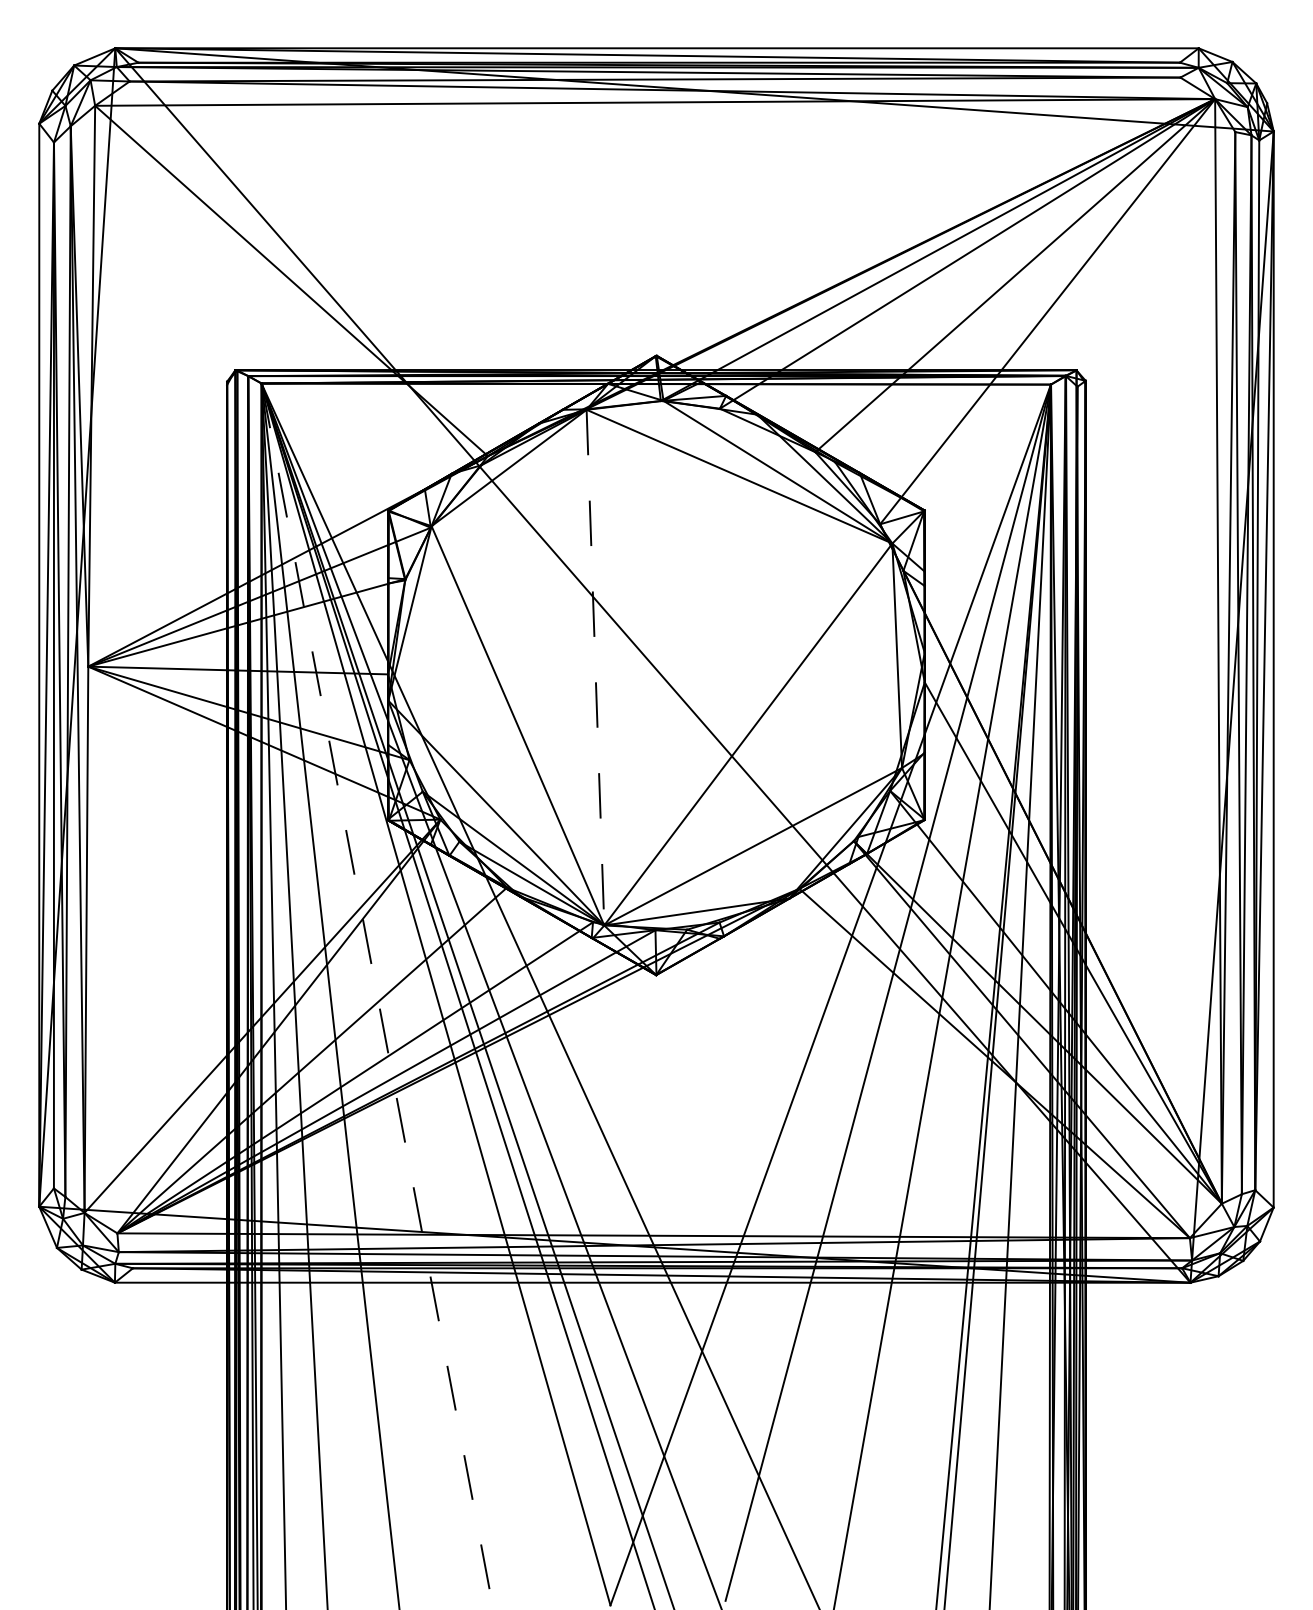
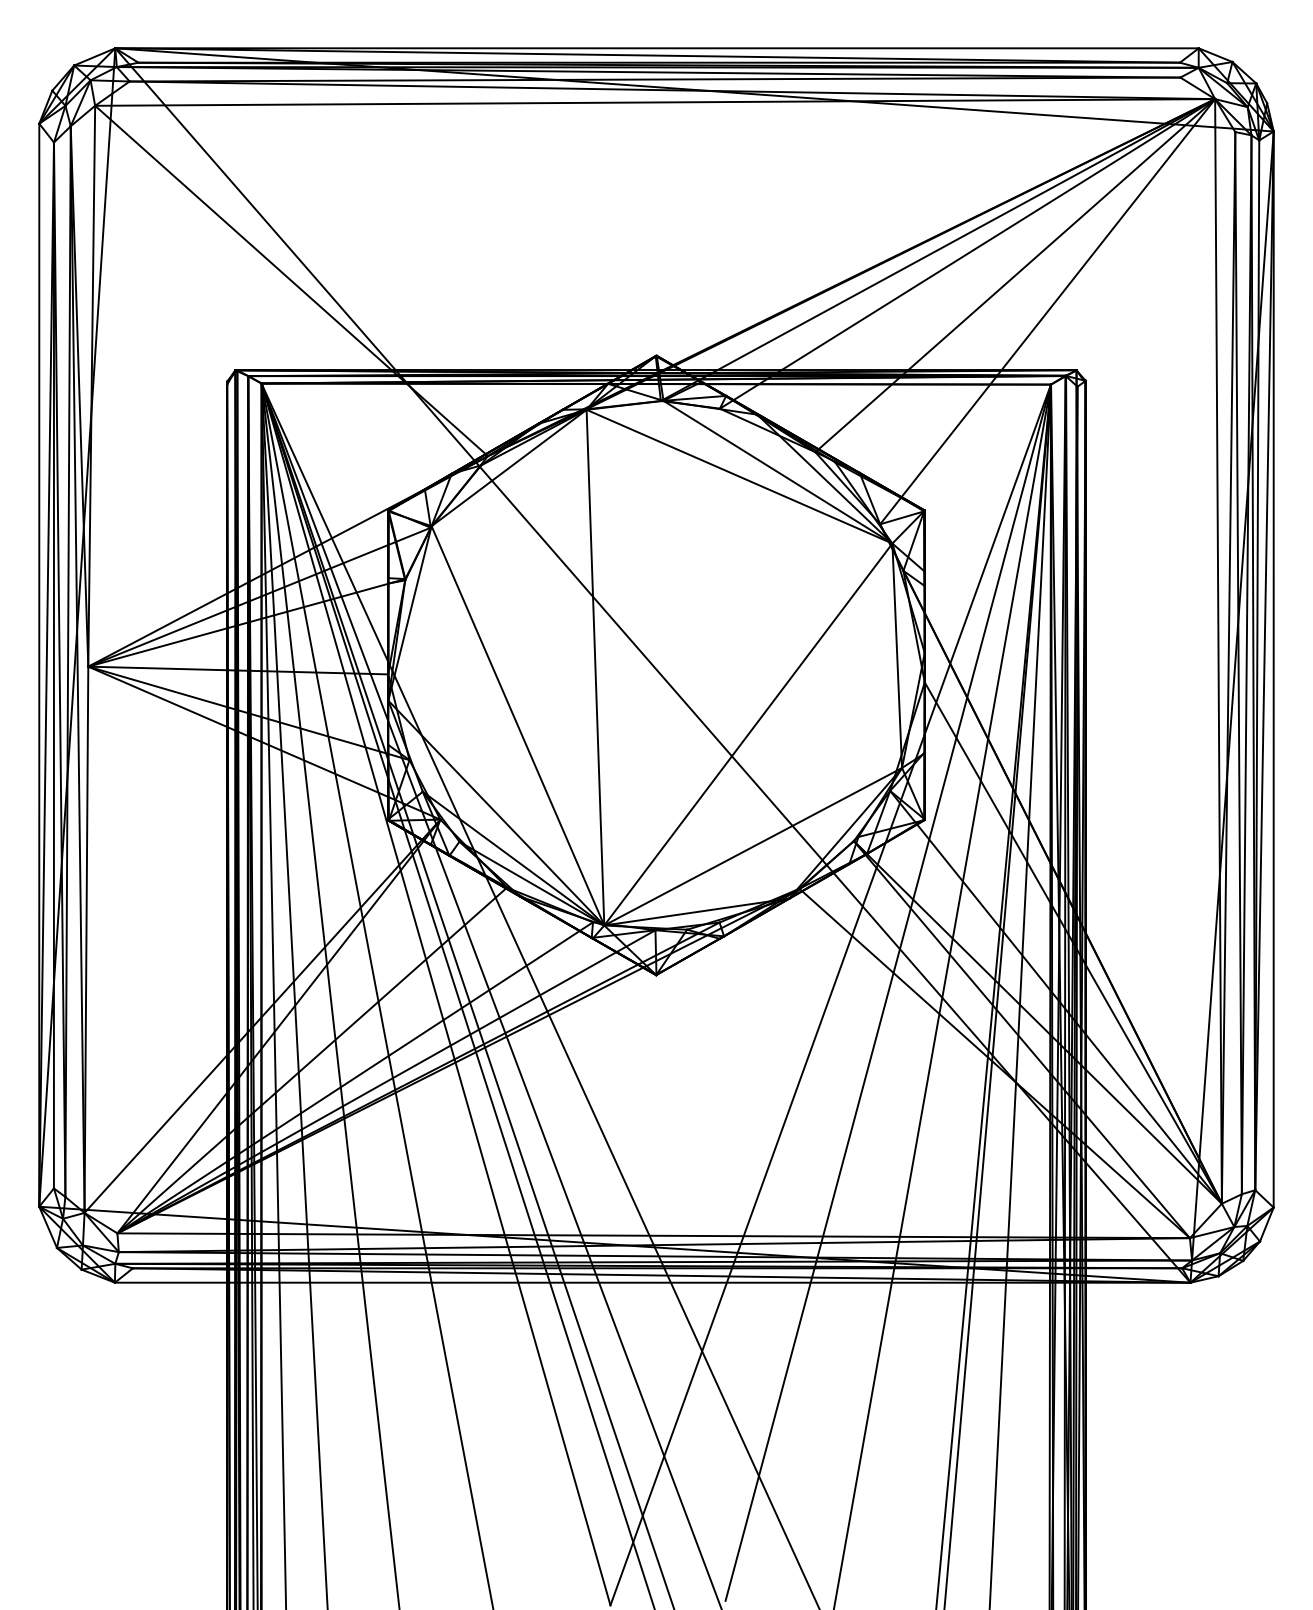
line at (595, 667): dashed -> solid
line at (377, 997): dashed -> solid
